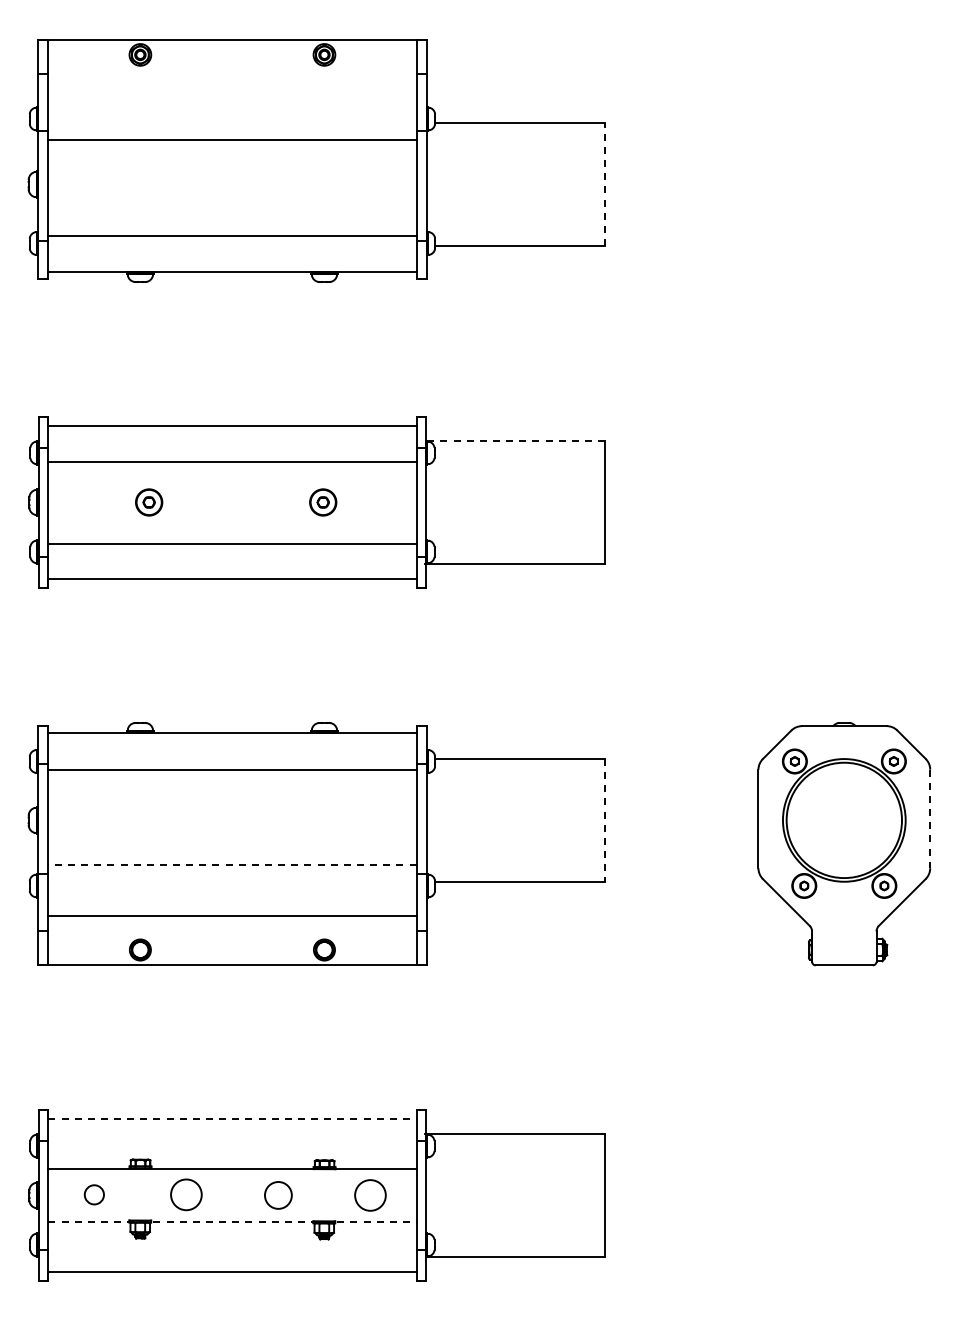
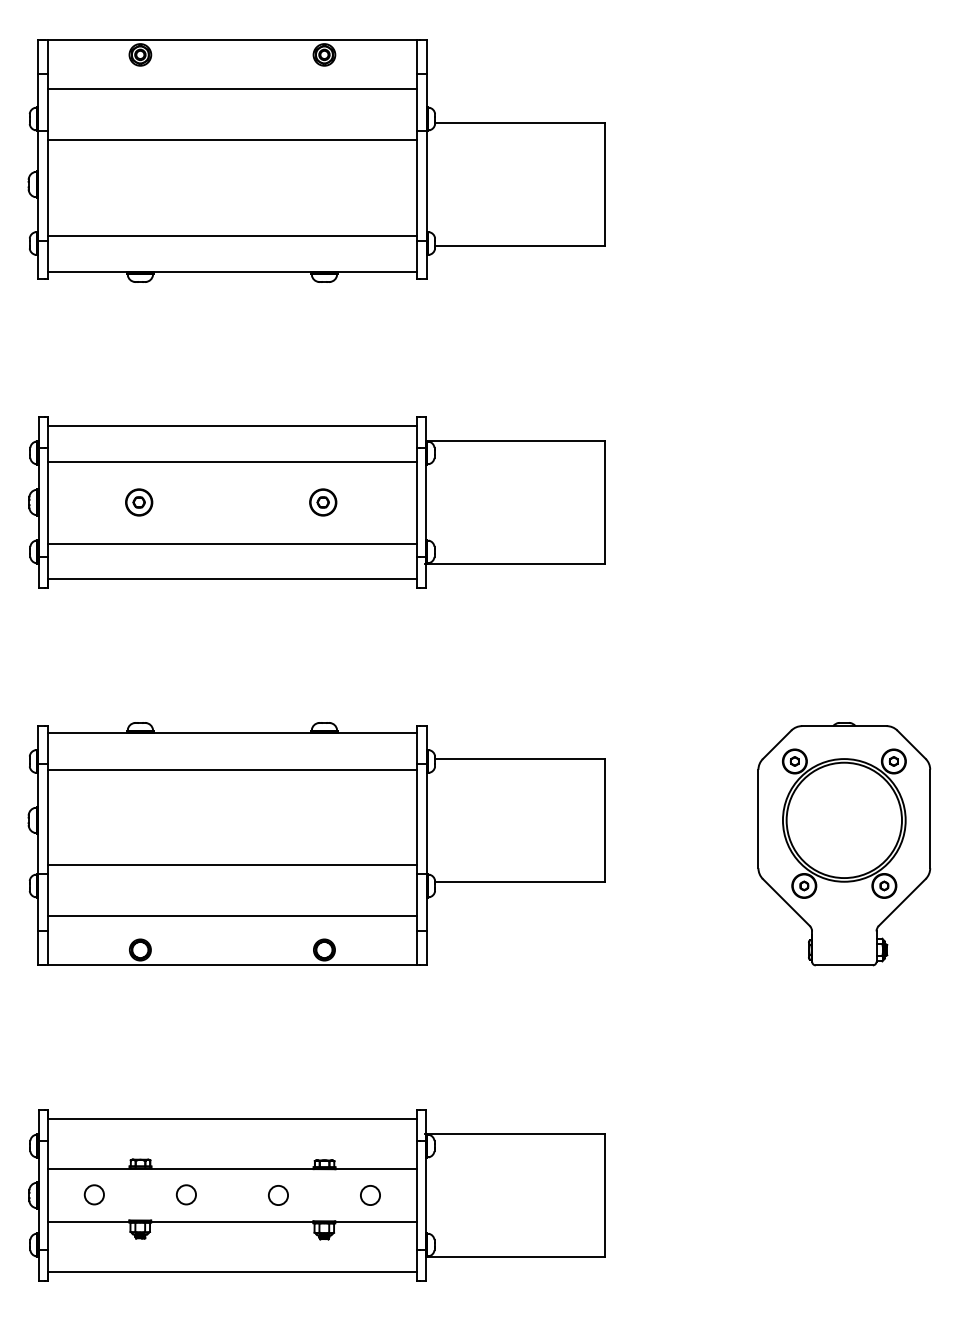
line at (232, 89): none -> present
line at (605, 184): dashed -> solid
line at (515, 441): dashed -> solid
part at (149, 502) position: (149, 502) -> (139, 502)
line at (930, 819): dashed -> solid
line at (605, 820): dashed -> solid
line at (231, 865): dashed -> solid
line at (232, 1118): dashed -> solid
circle at (186, 1194) diameter: 31 px -> 19 px
circle at (278, 1195) size: 29x29 px -> 21x21 px
circle at (370, 1195) diameter: 31 px -> 19 px
line at (232, 1221): dashed -> solid
